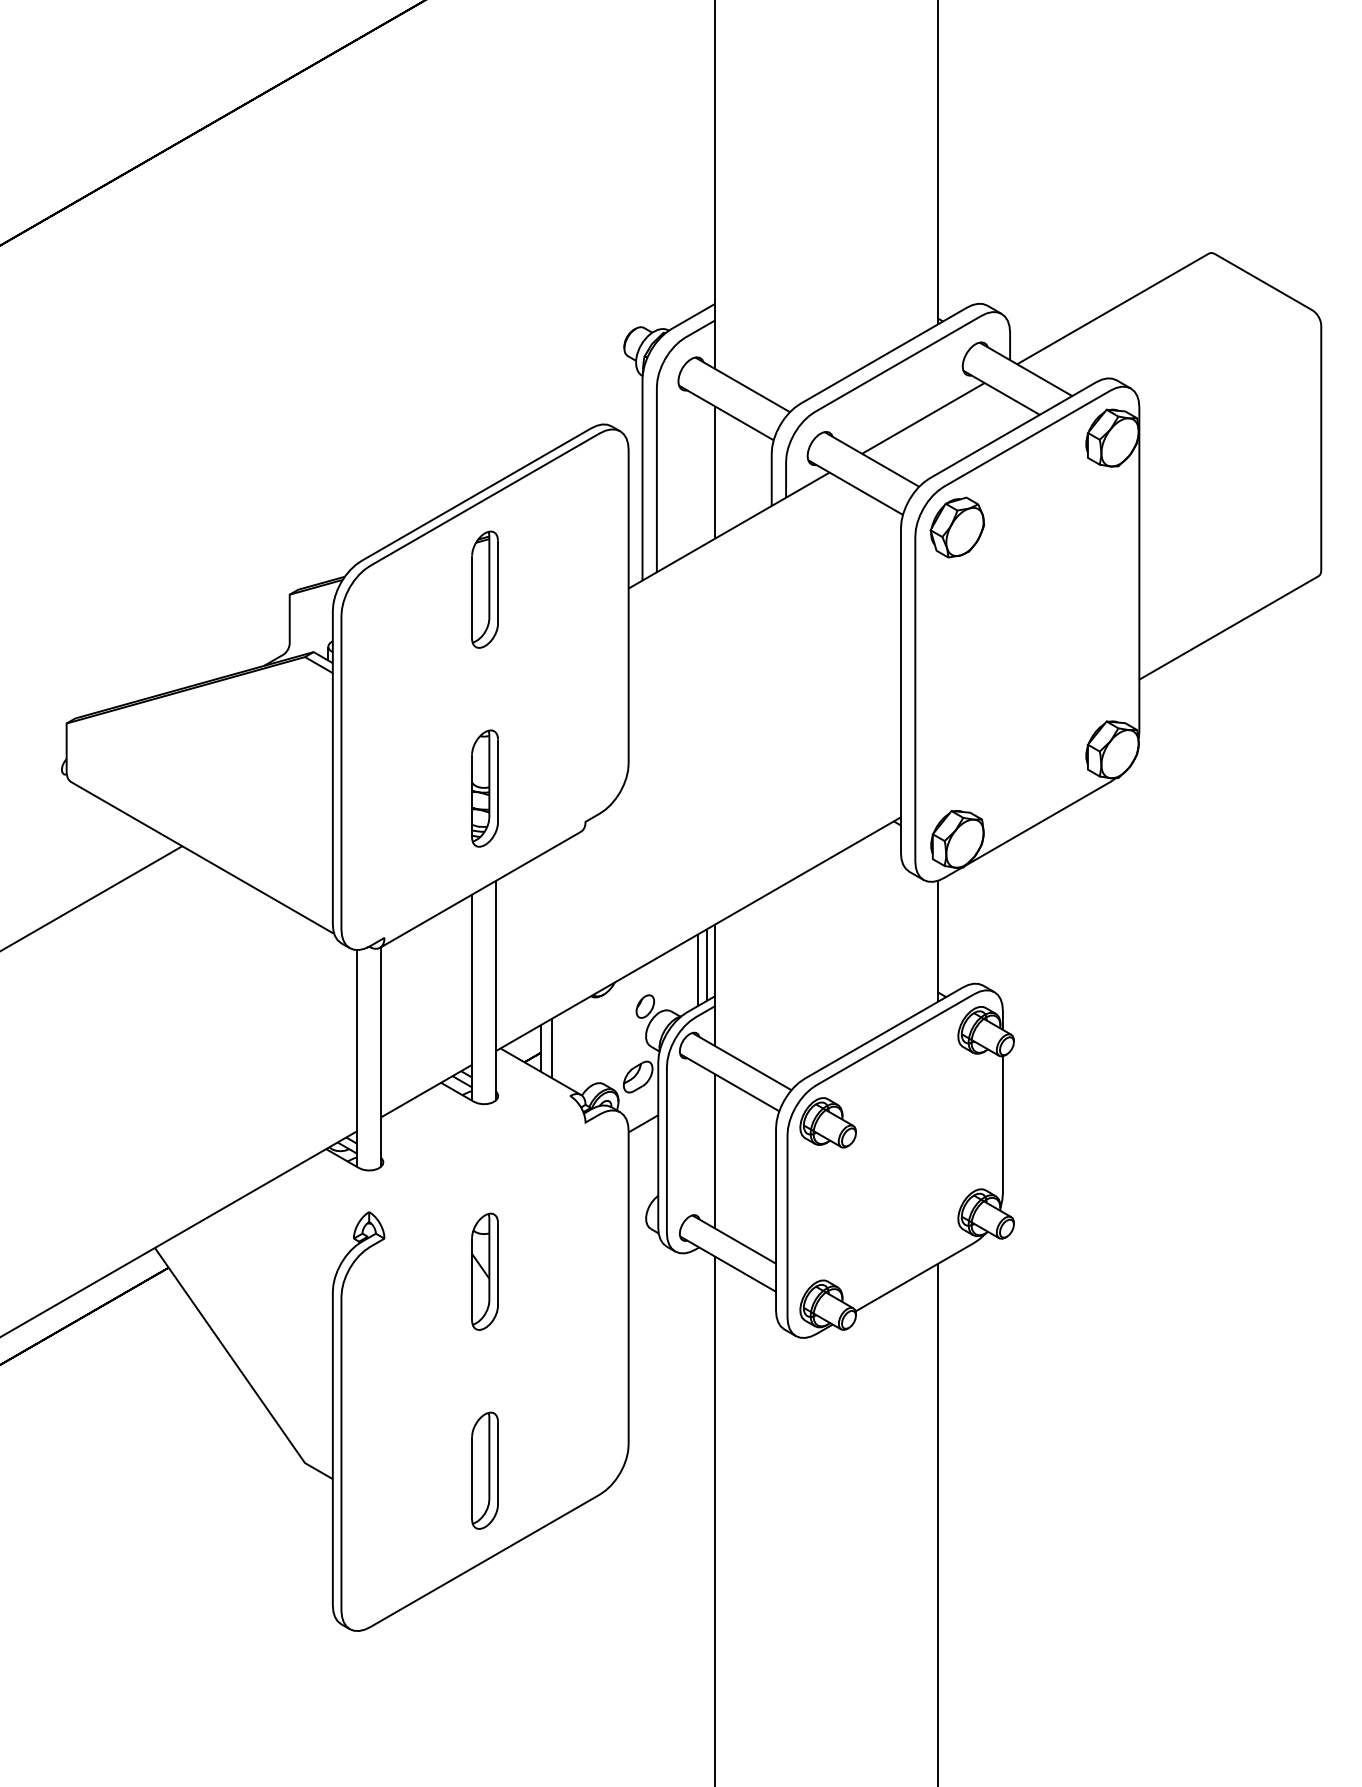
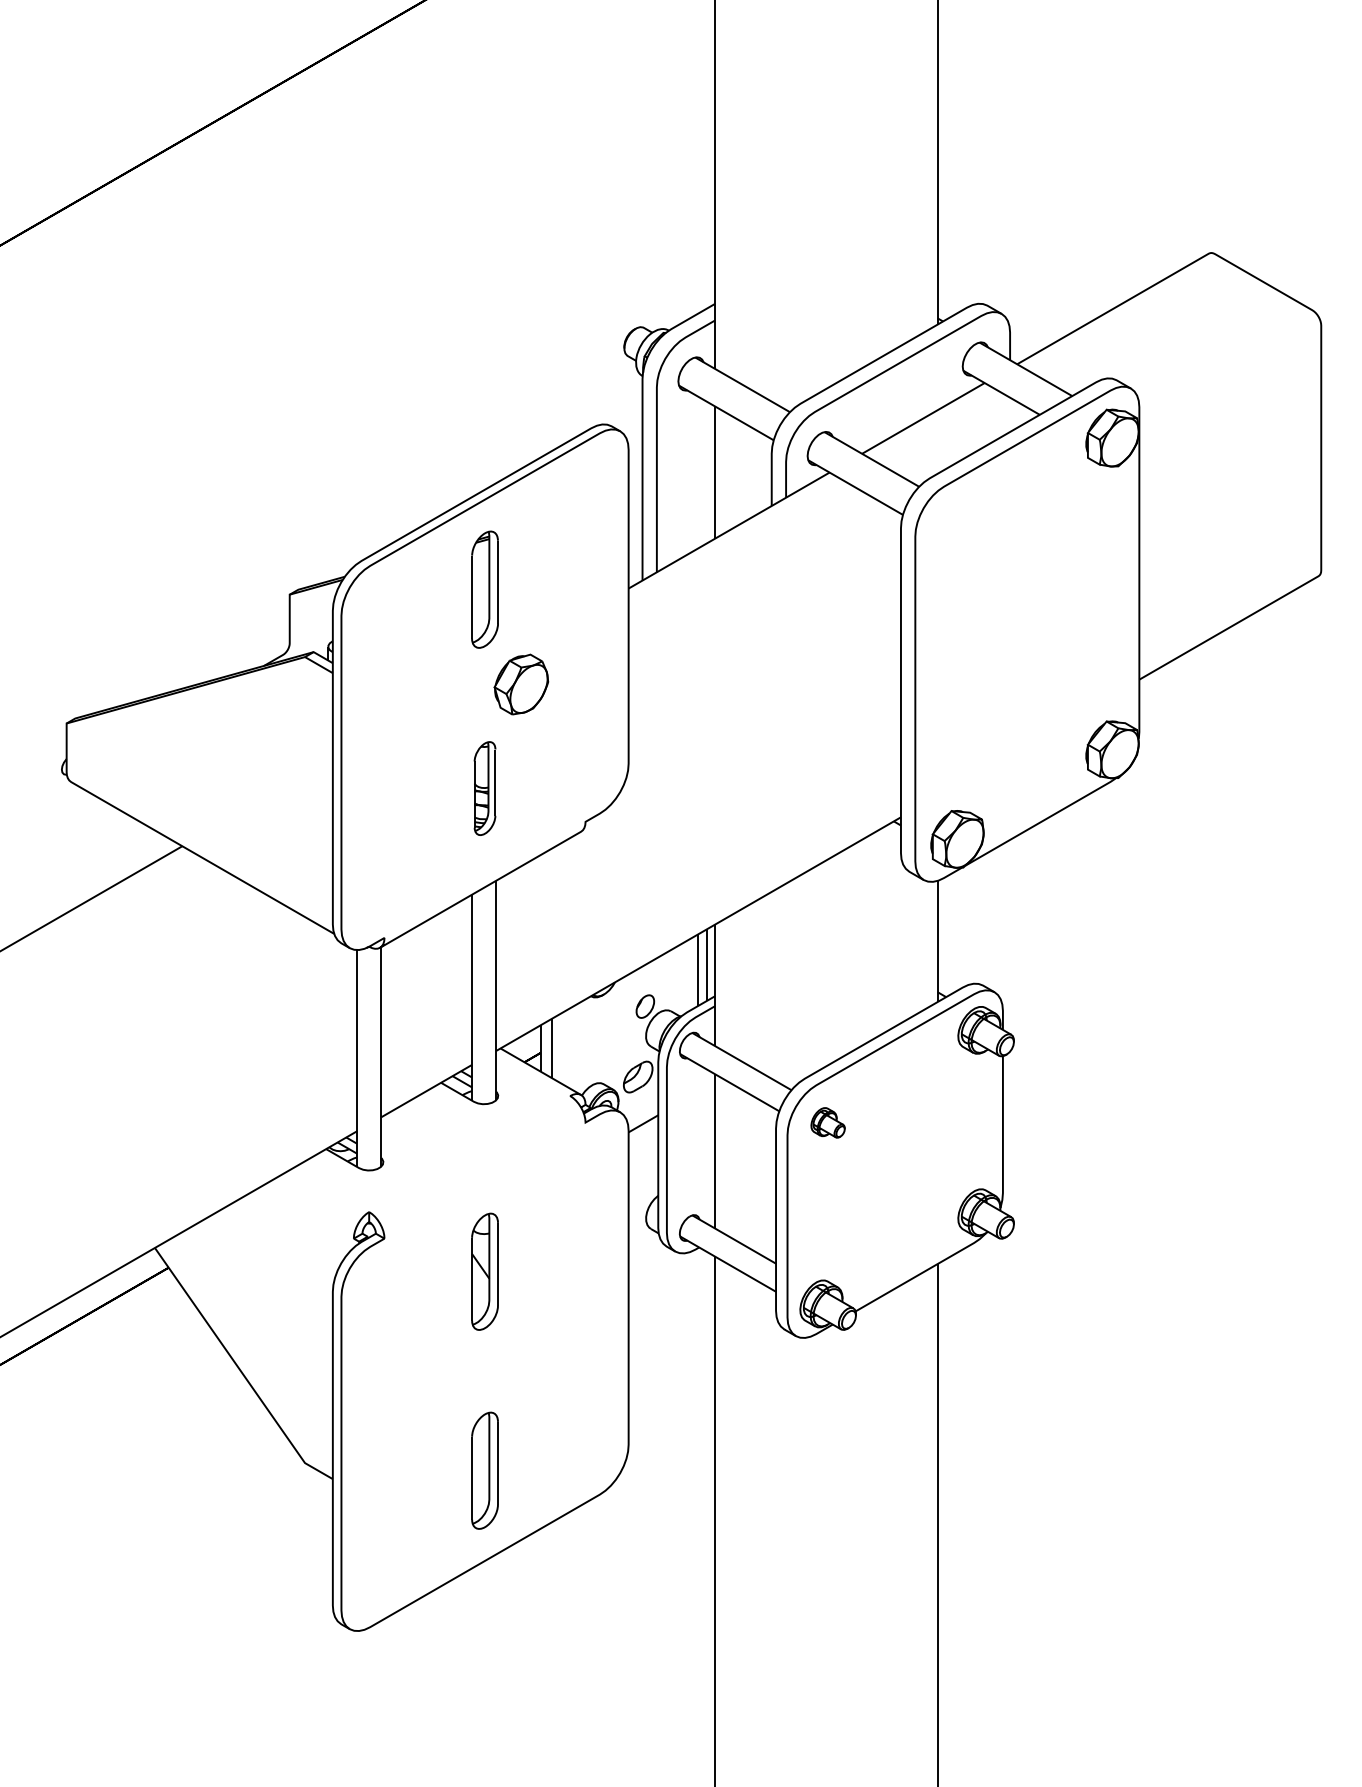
part at (957, 527) position: (957, 527) -> (521, 684)
part at (484, 788) size: 28x119 px -> 24x95 px
part at (827, 1122) size: 58x52 px -> 36x32 px
